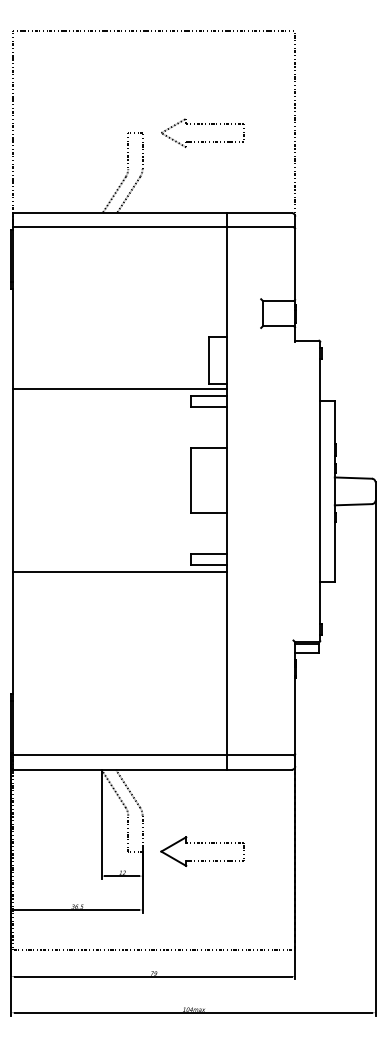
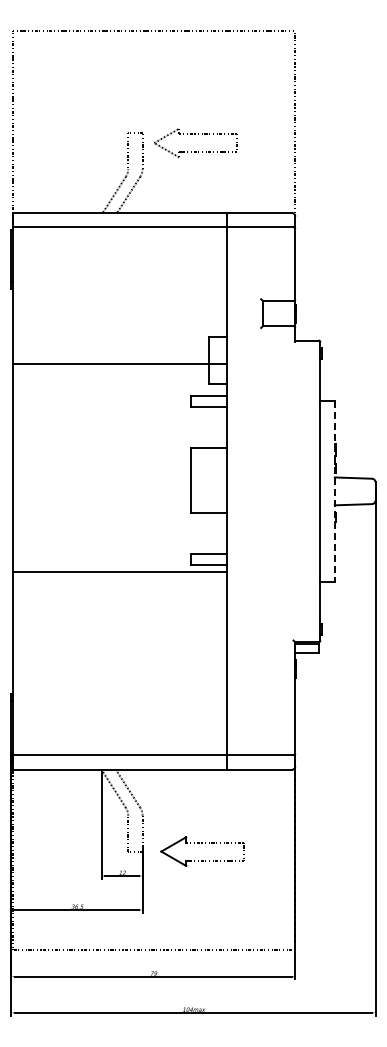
part at (202, 124) position: (202, 124) -> (195, 134)
line at (120, 389) position: (120, 389) -> (120, 364)
line at (334, 491): solid -> dashed
